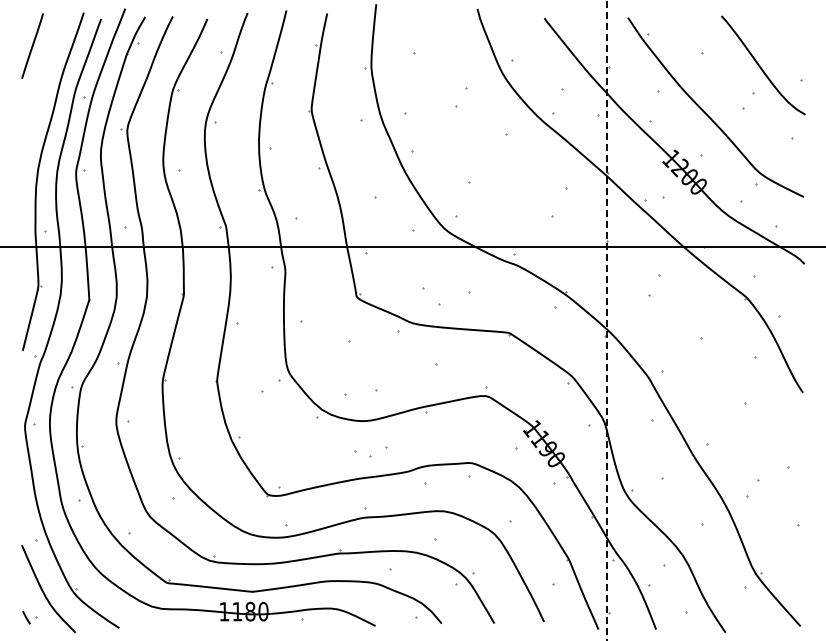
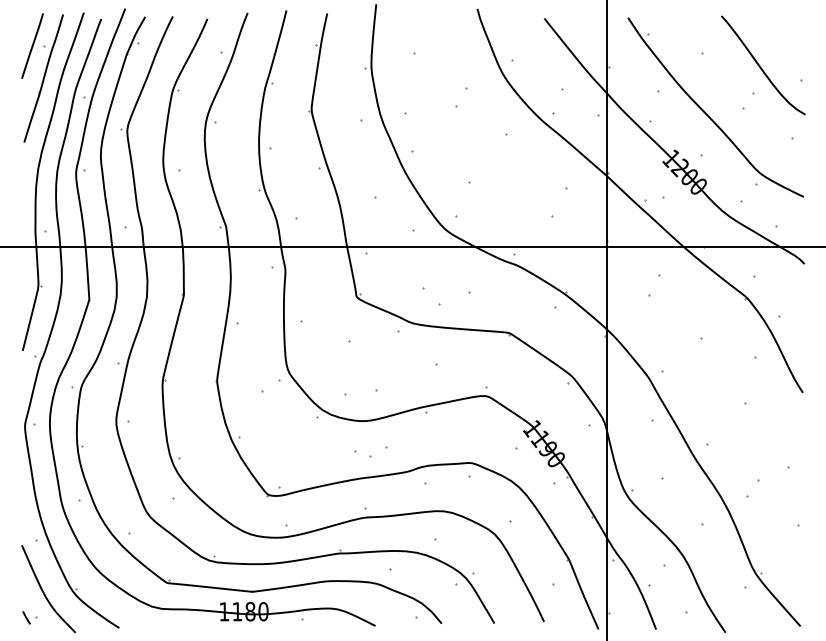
part at (43, 78): none -> present
line at (606, 320): dashed -> solid
